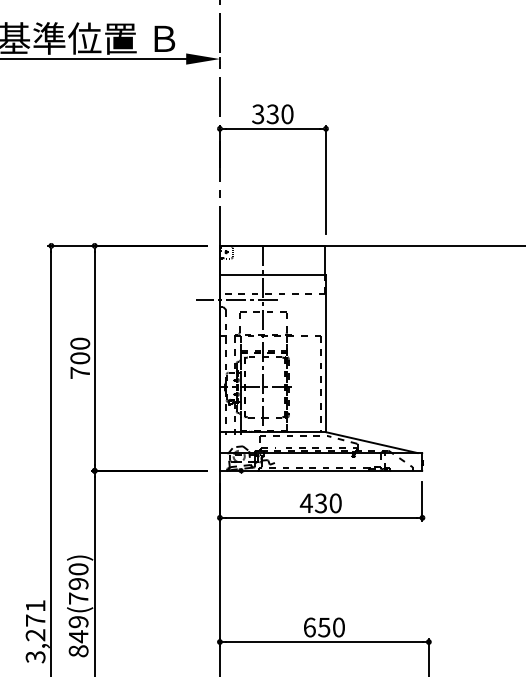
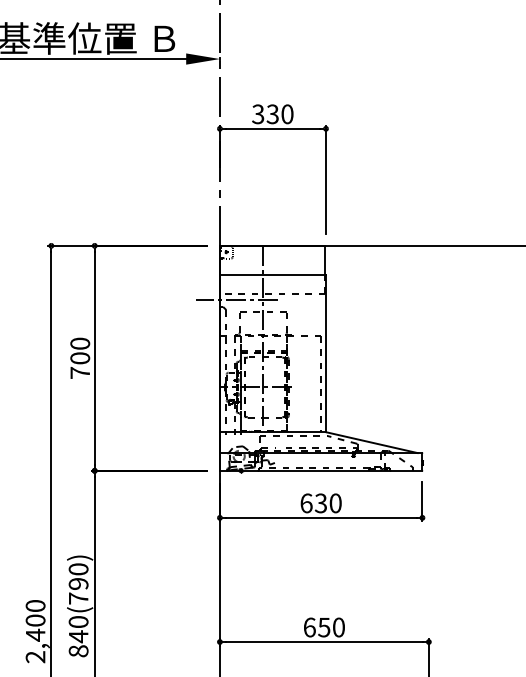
text at (305, 503): 430 -> 630
text at (78, 622): 849(790) -> 840(790)
text at (35, 631): 3,271 -> 2,400
